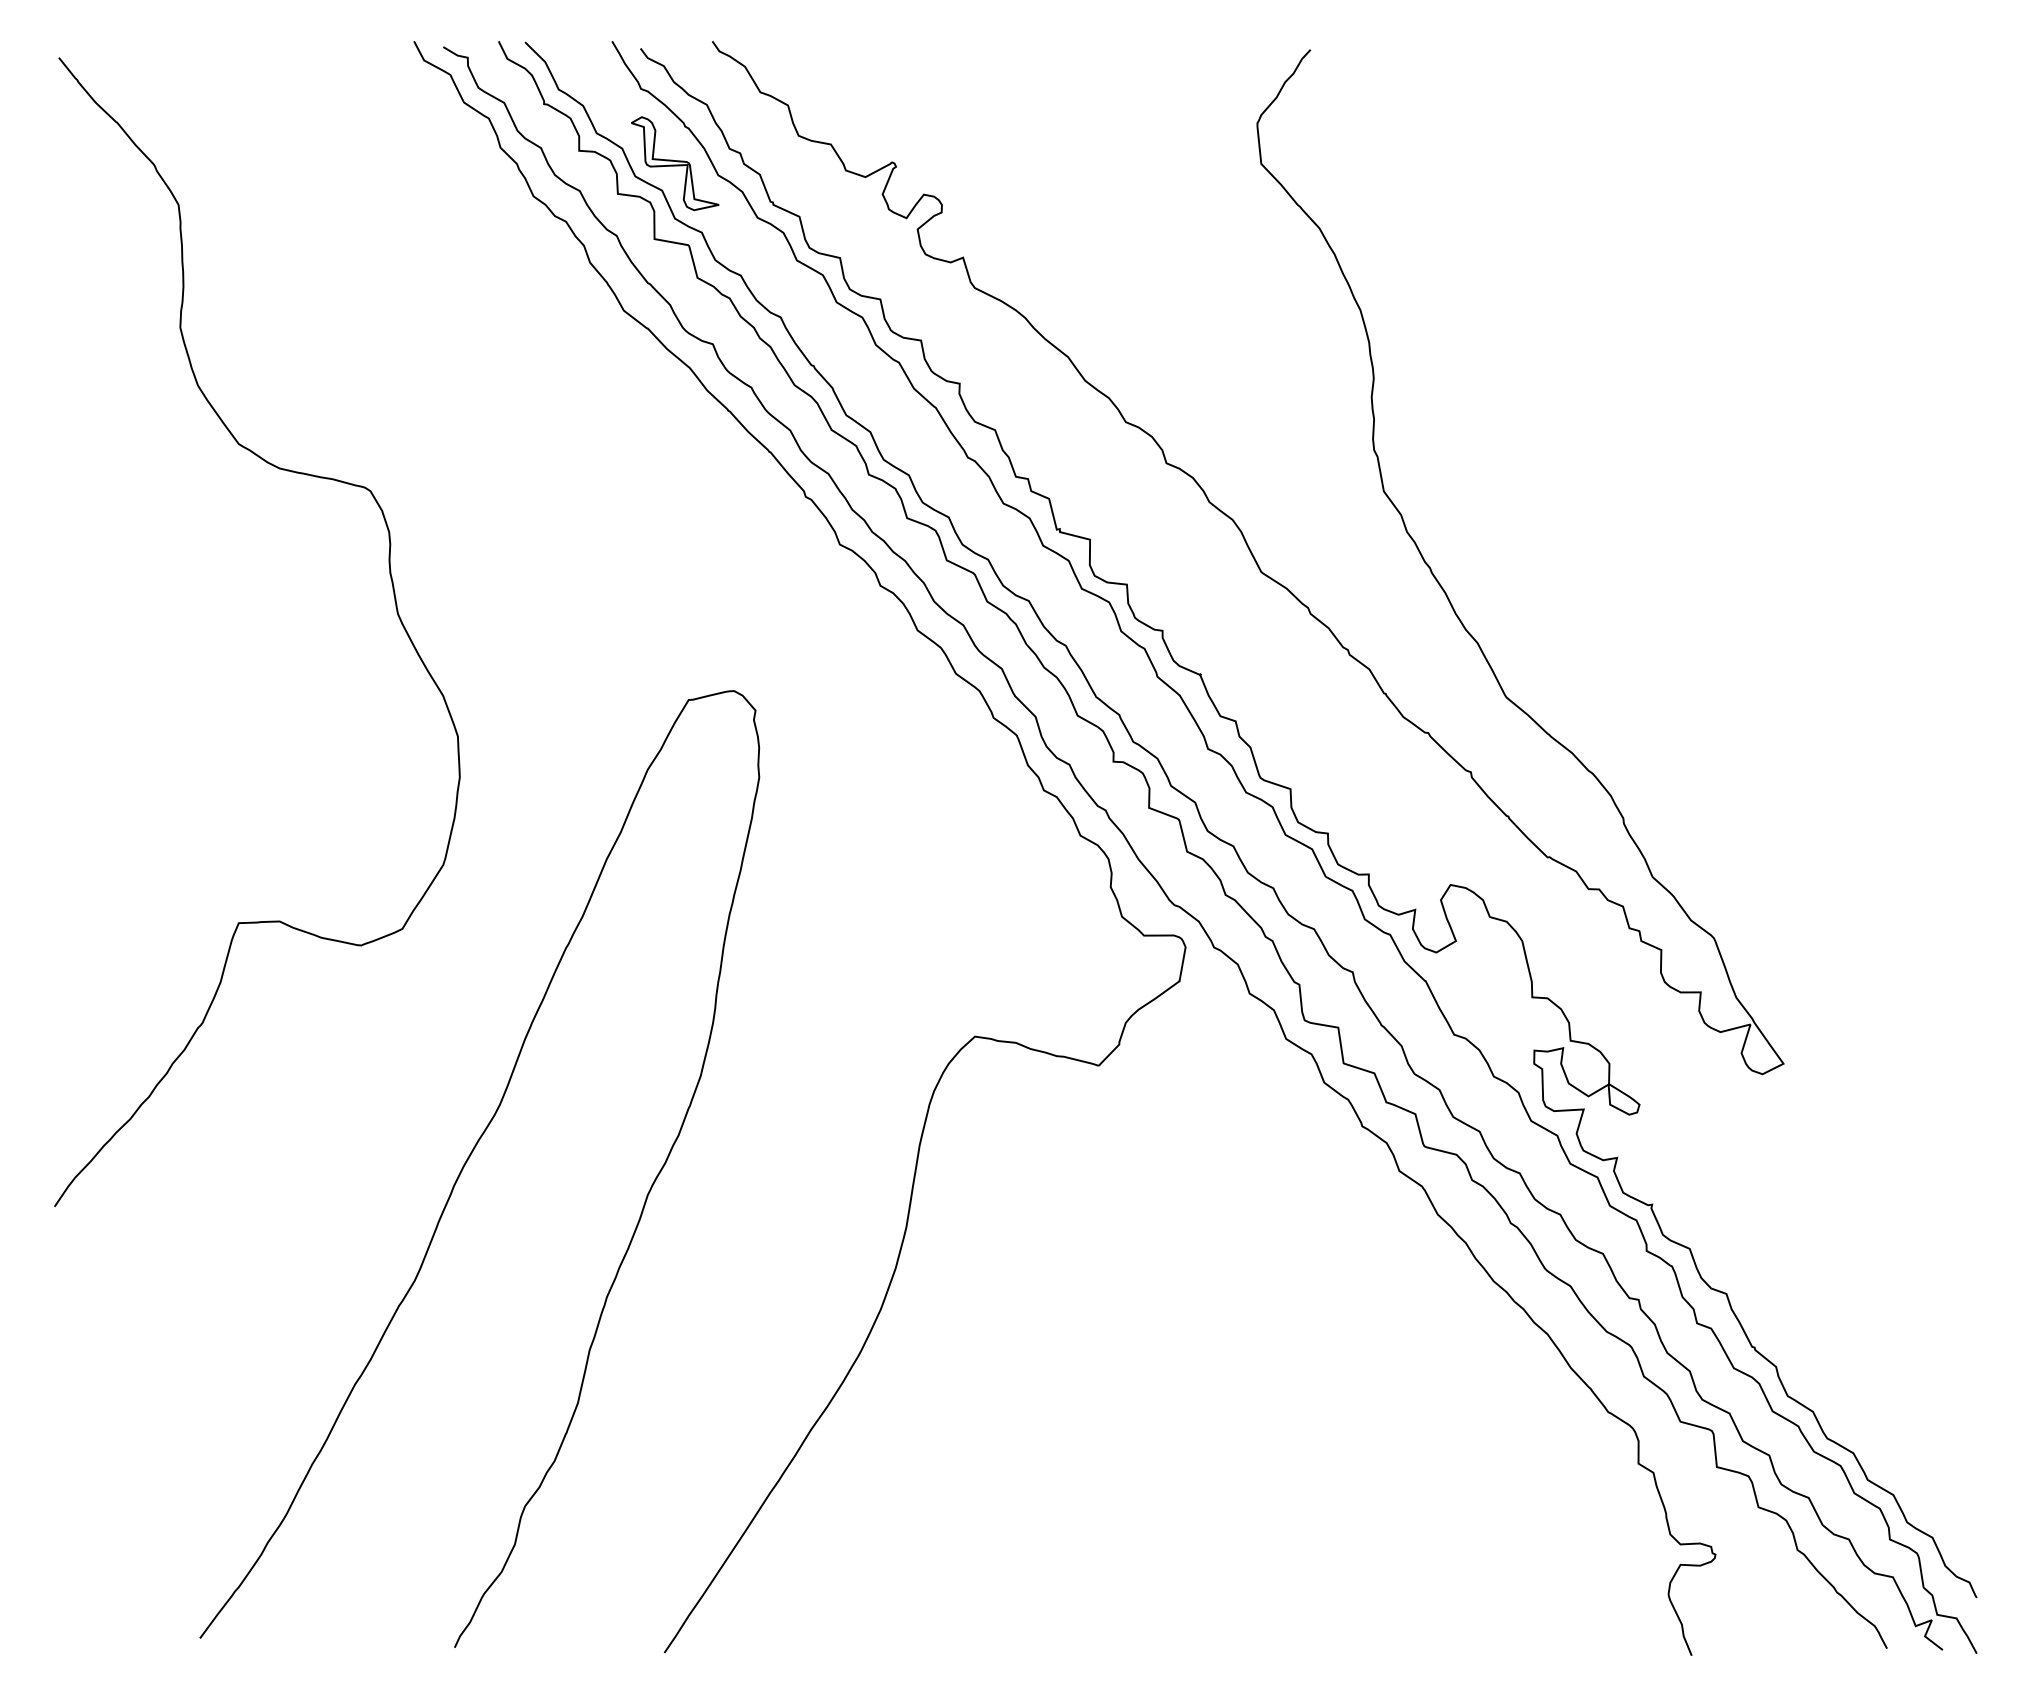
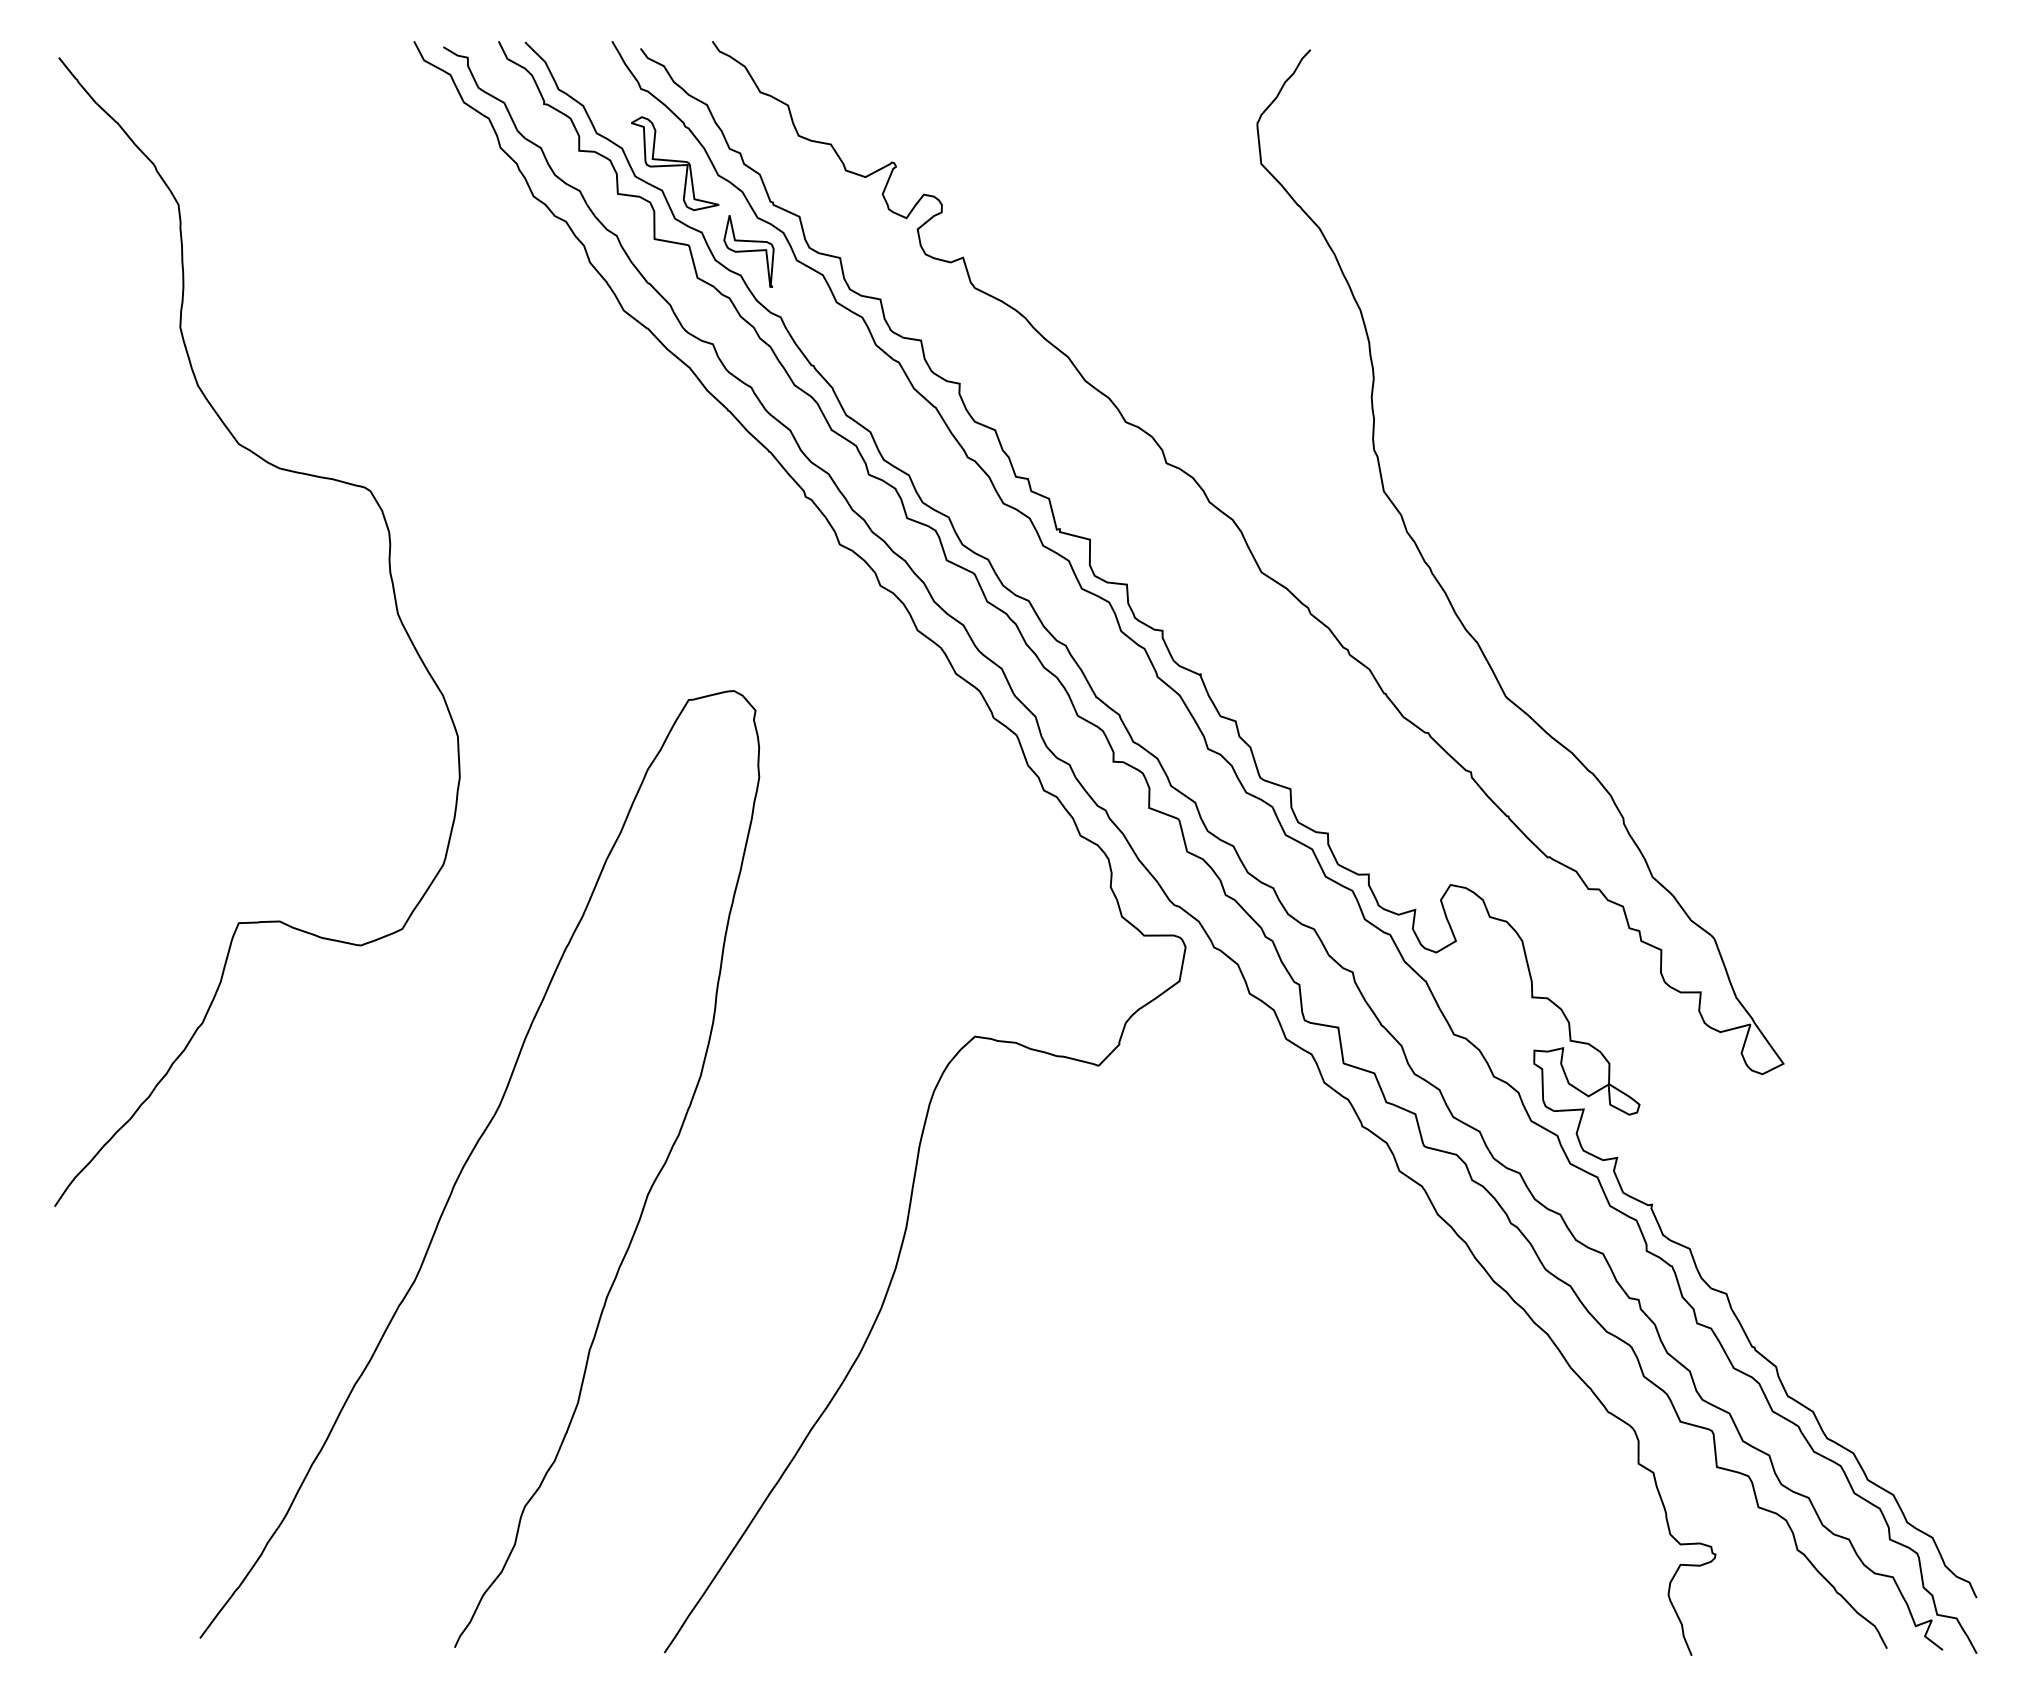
part at (748, 251): none -> present
